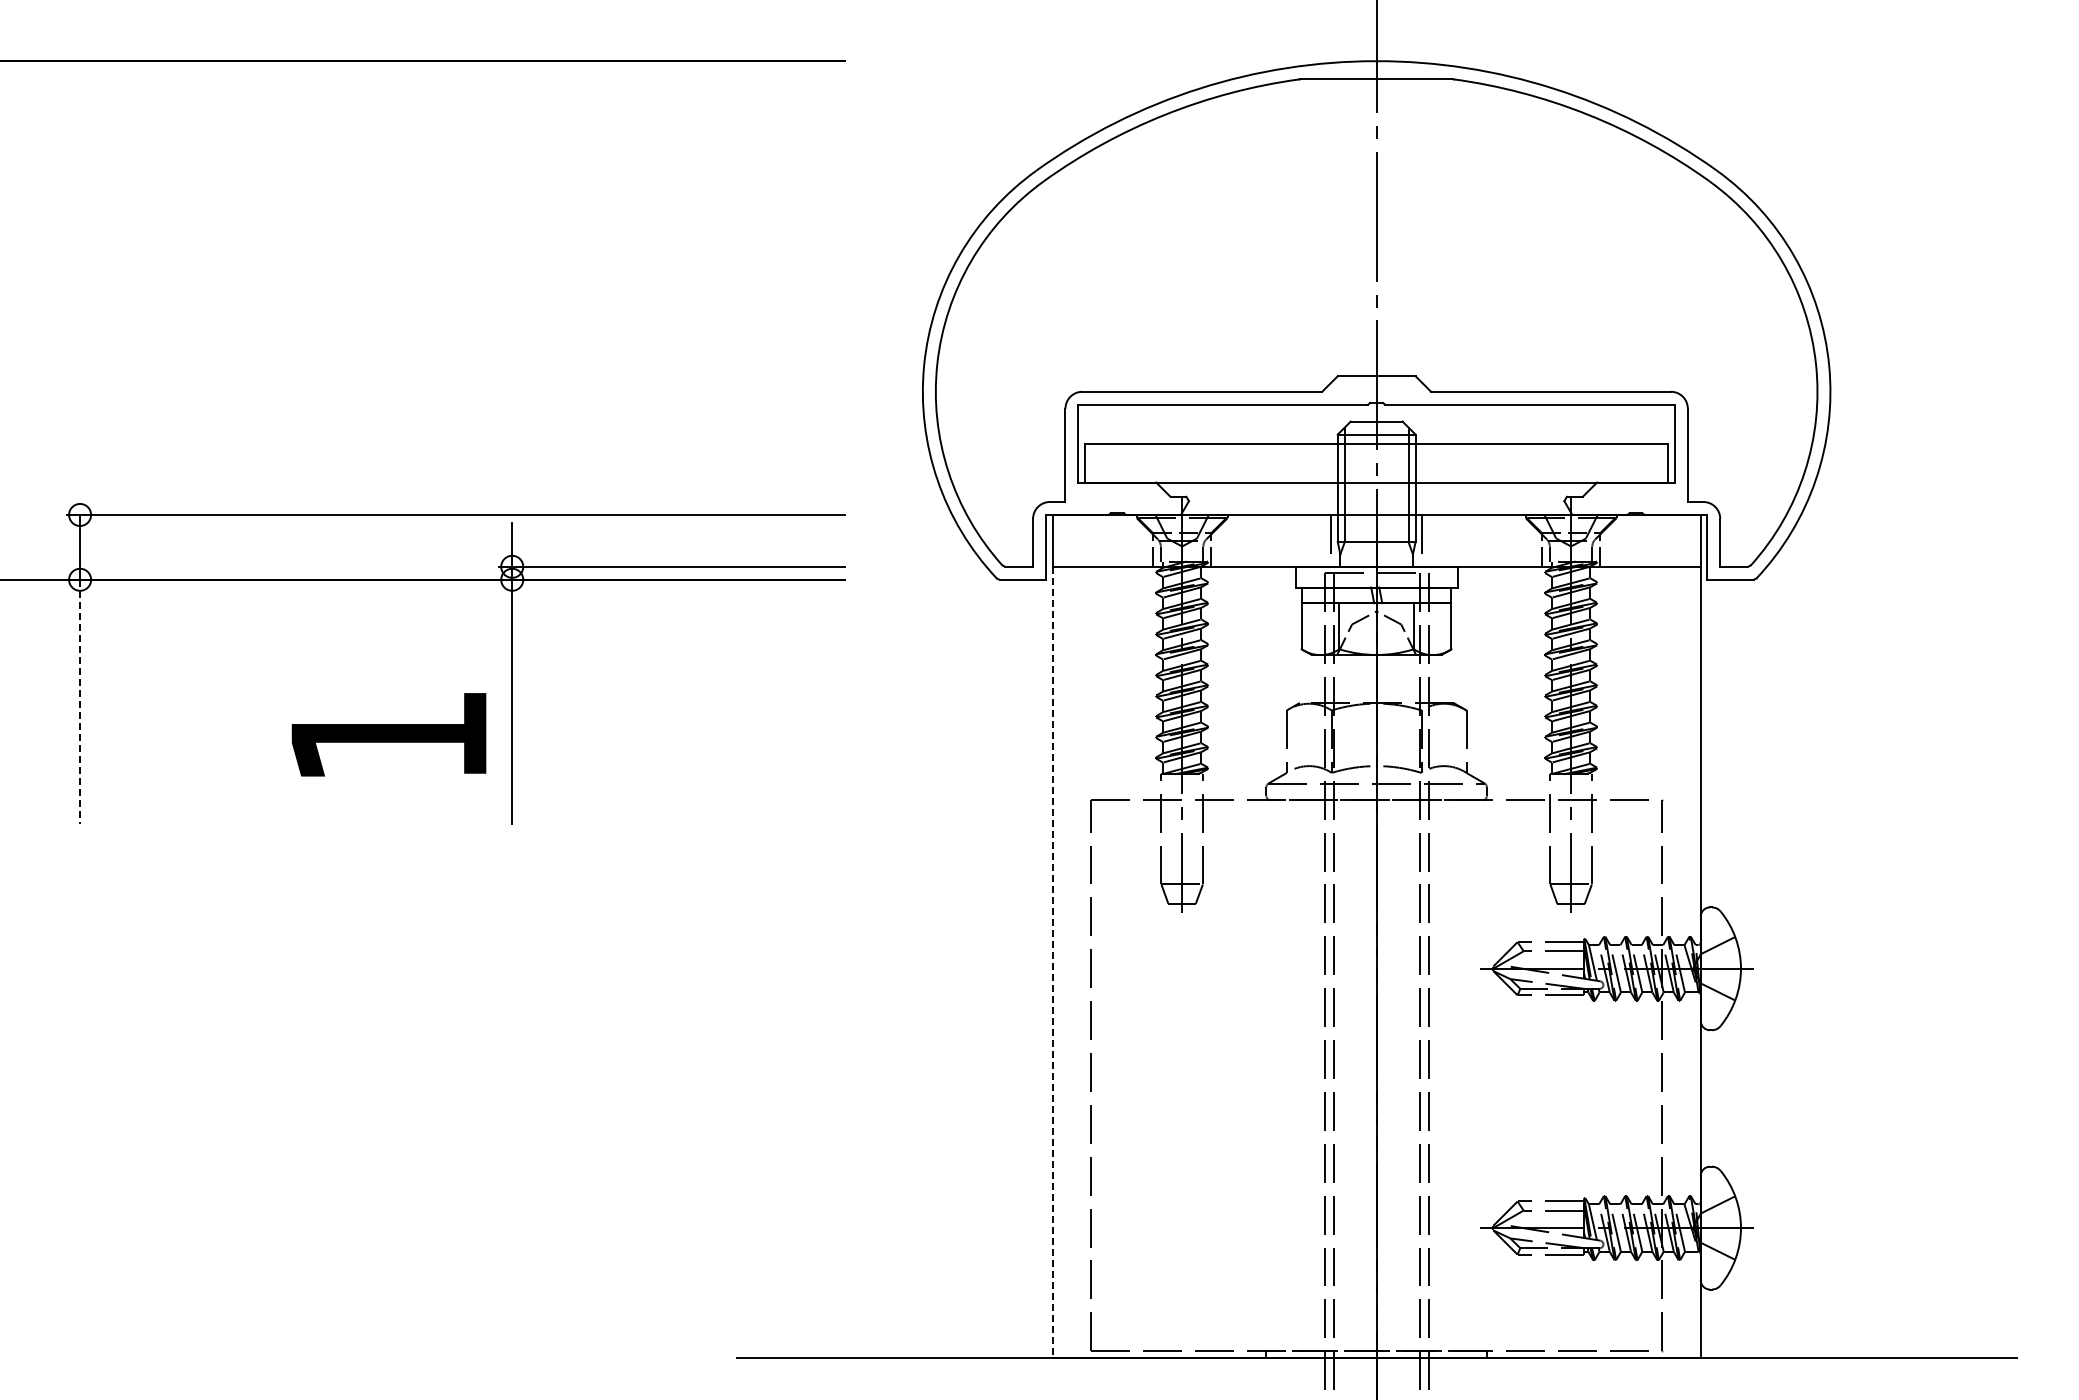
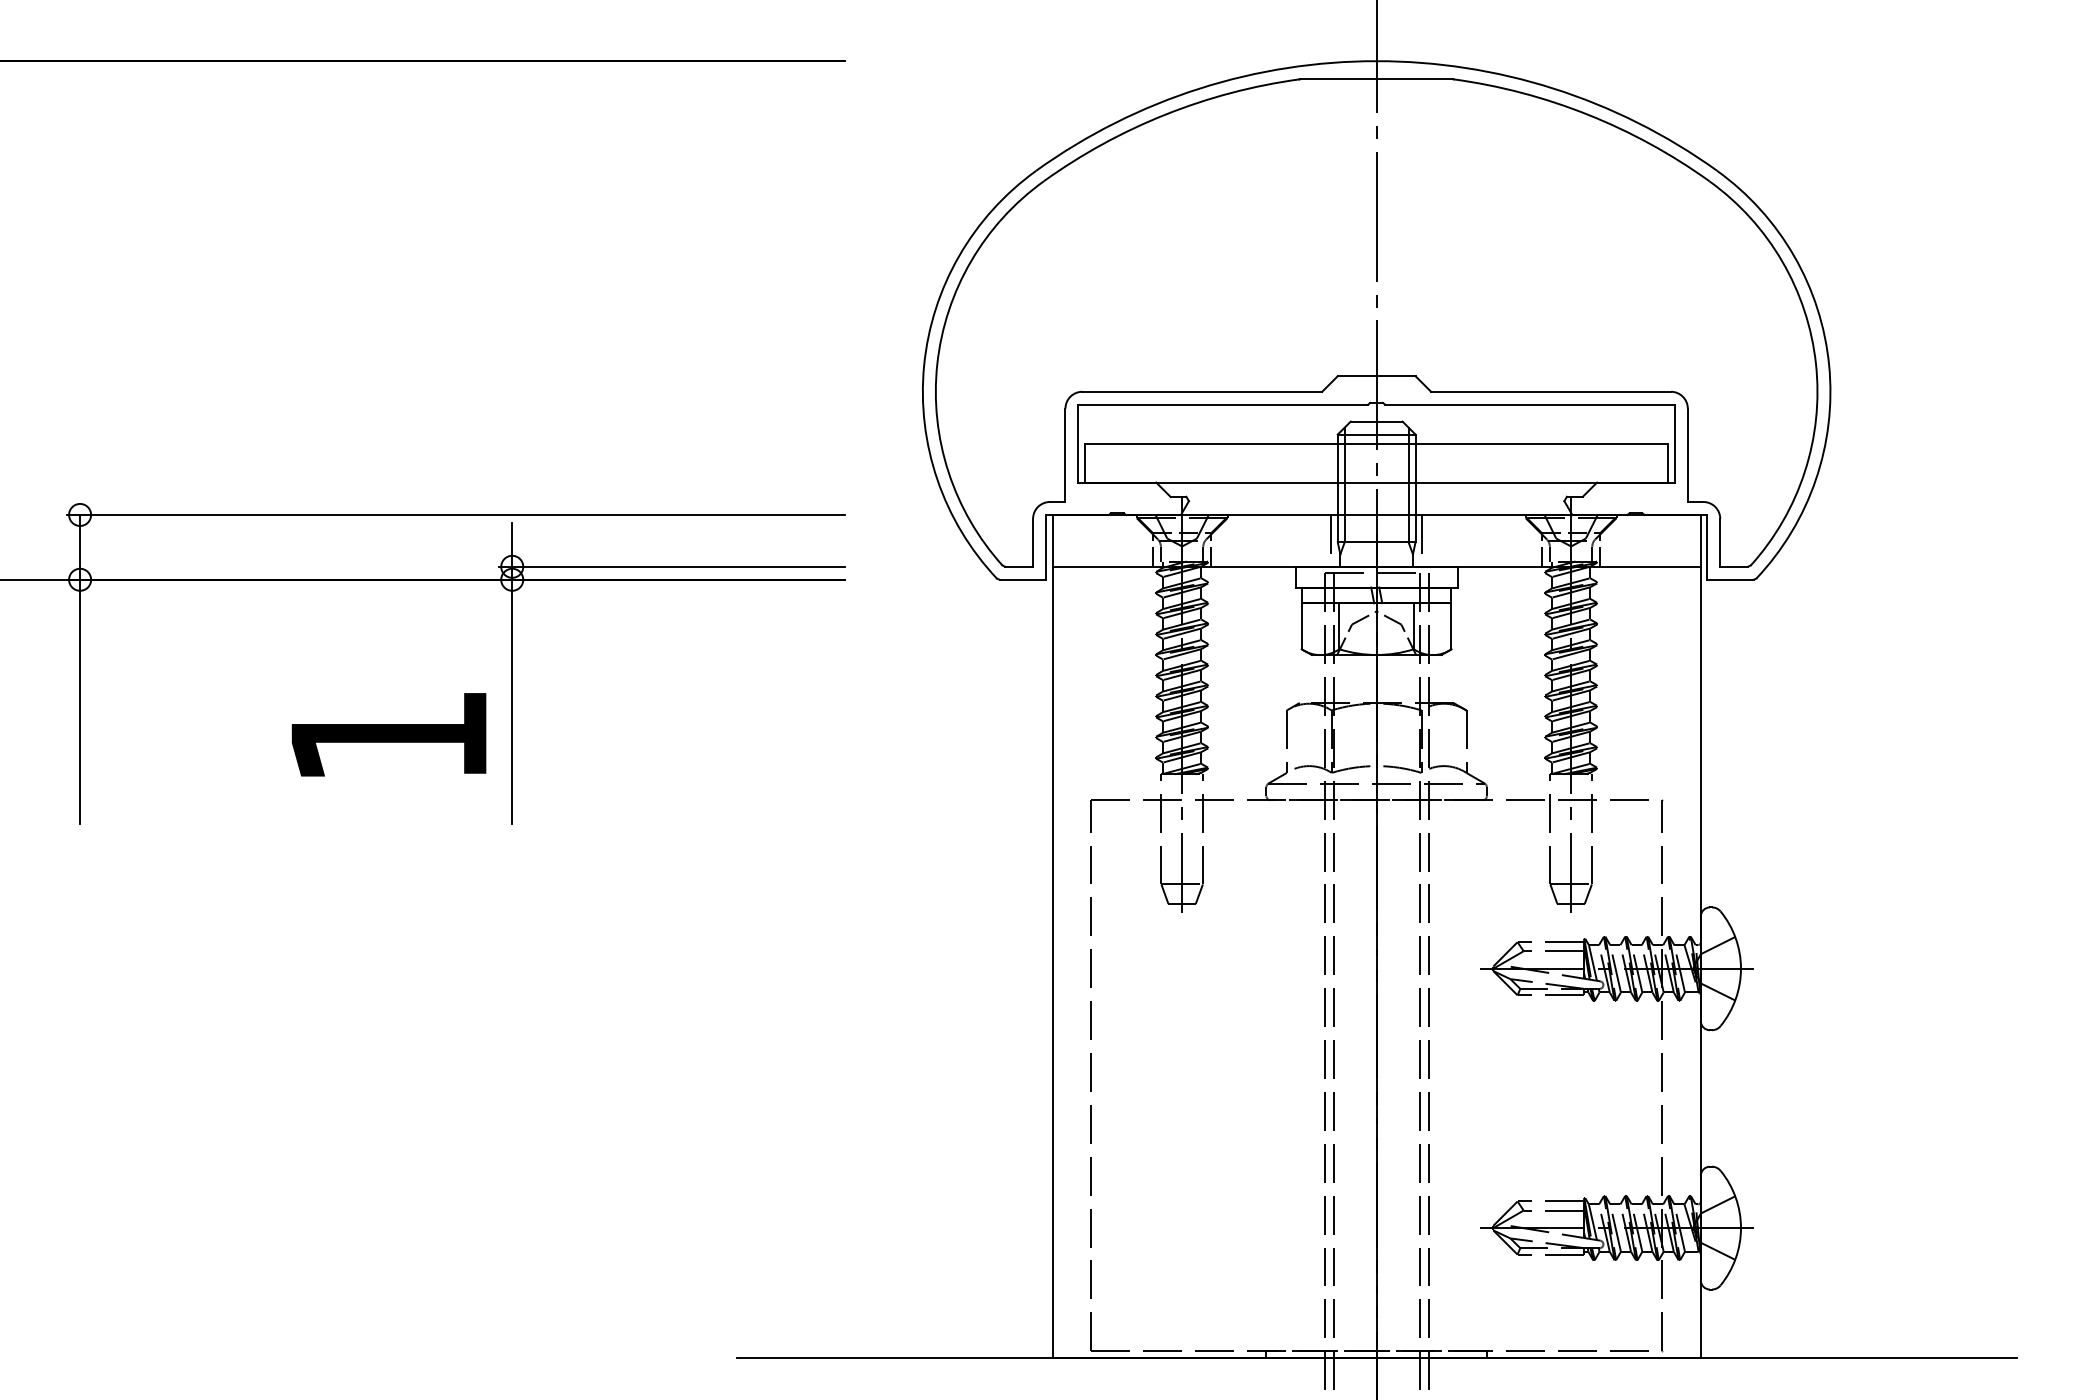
line at (80, 701): dashed -> solid
line at (1052, 962): dashed -> solid
